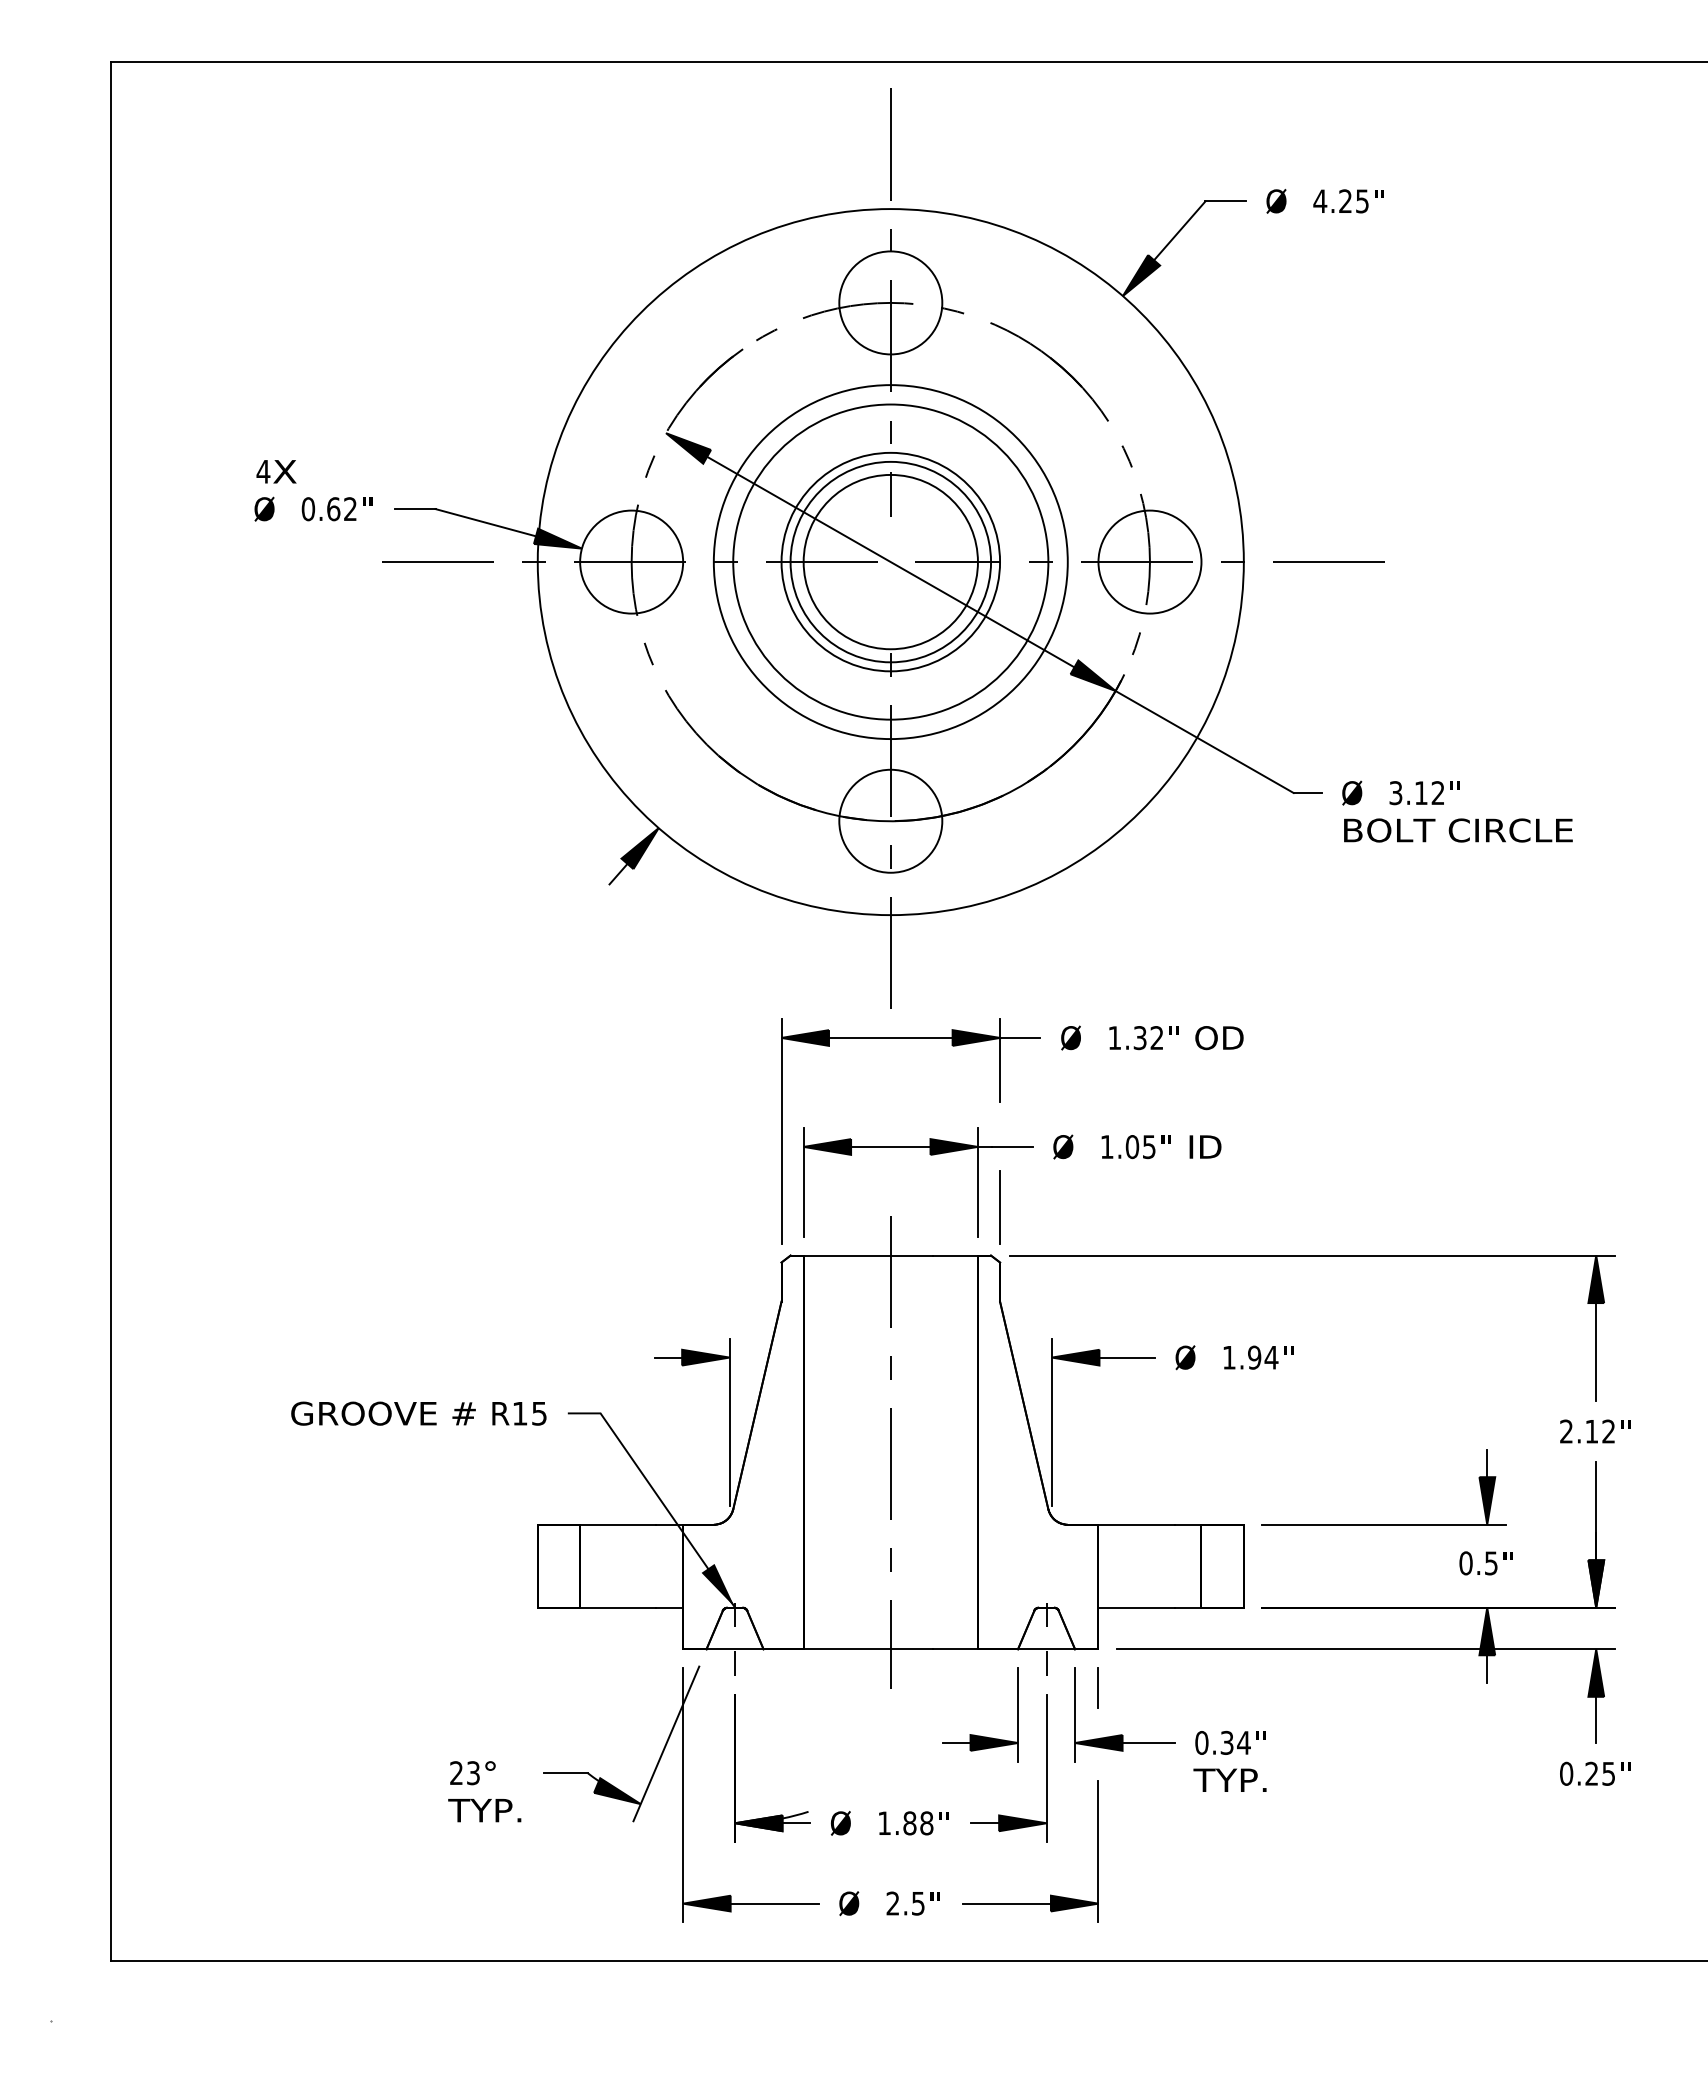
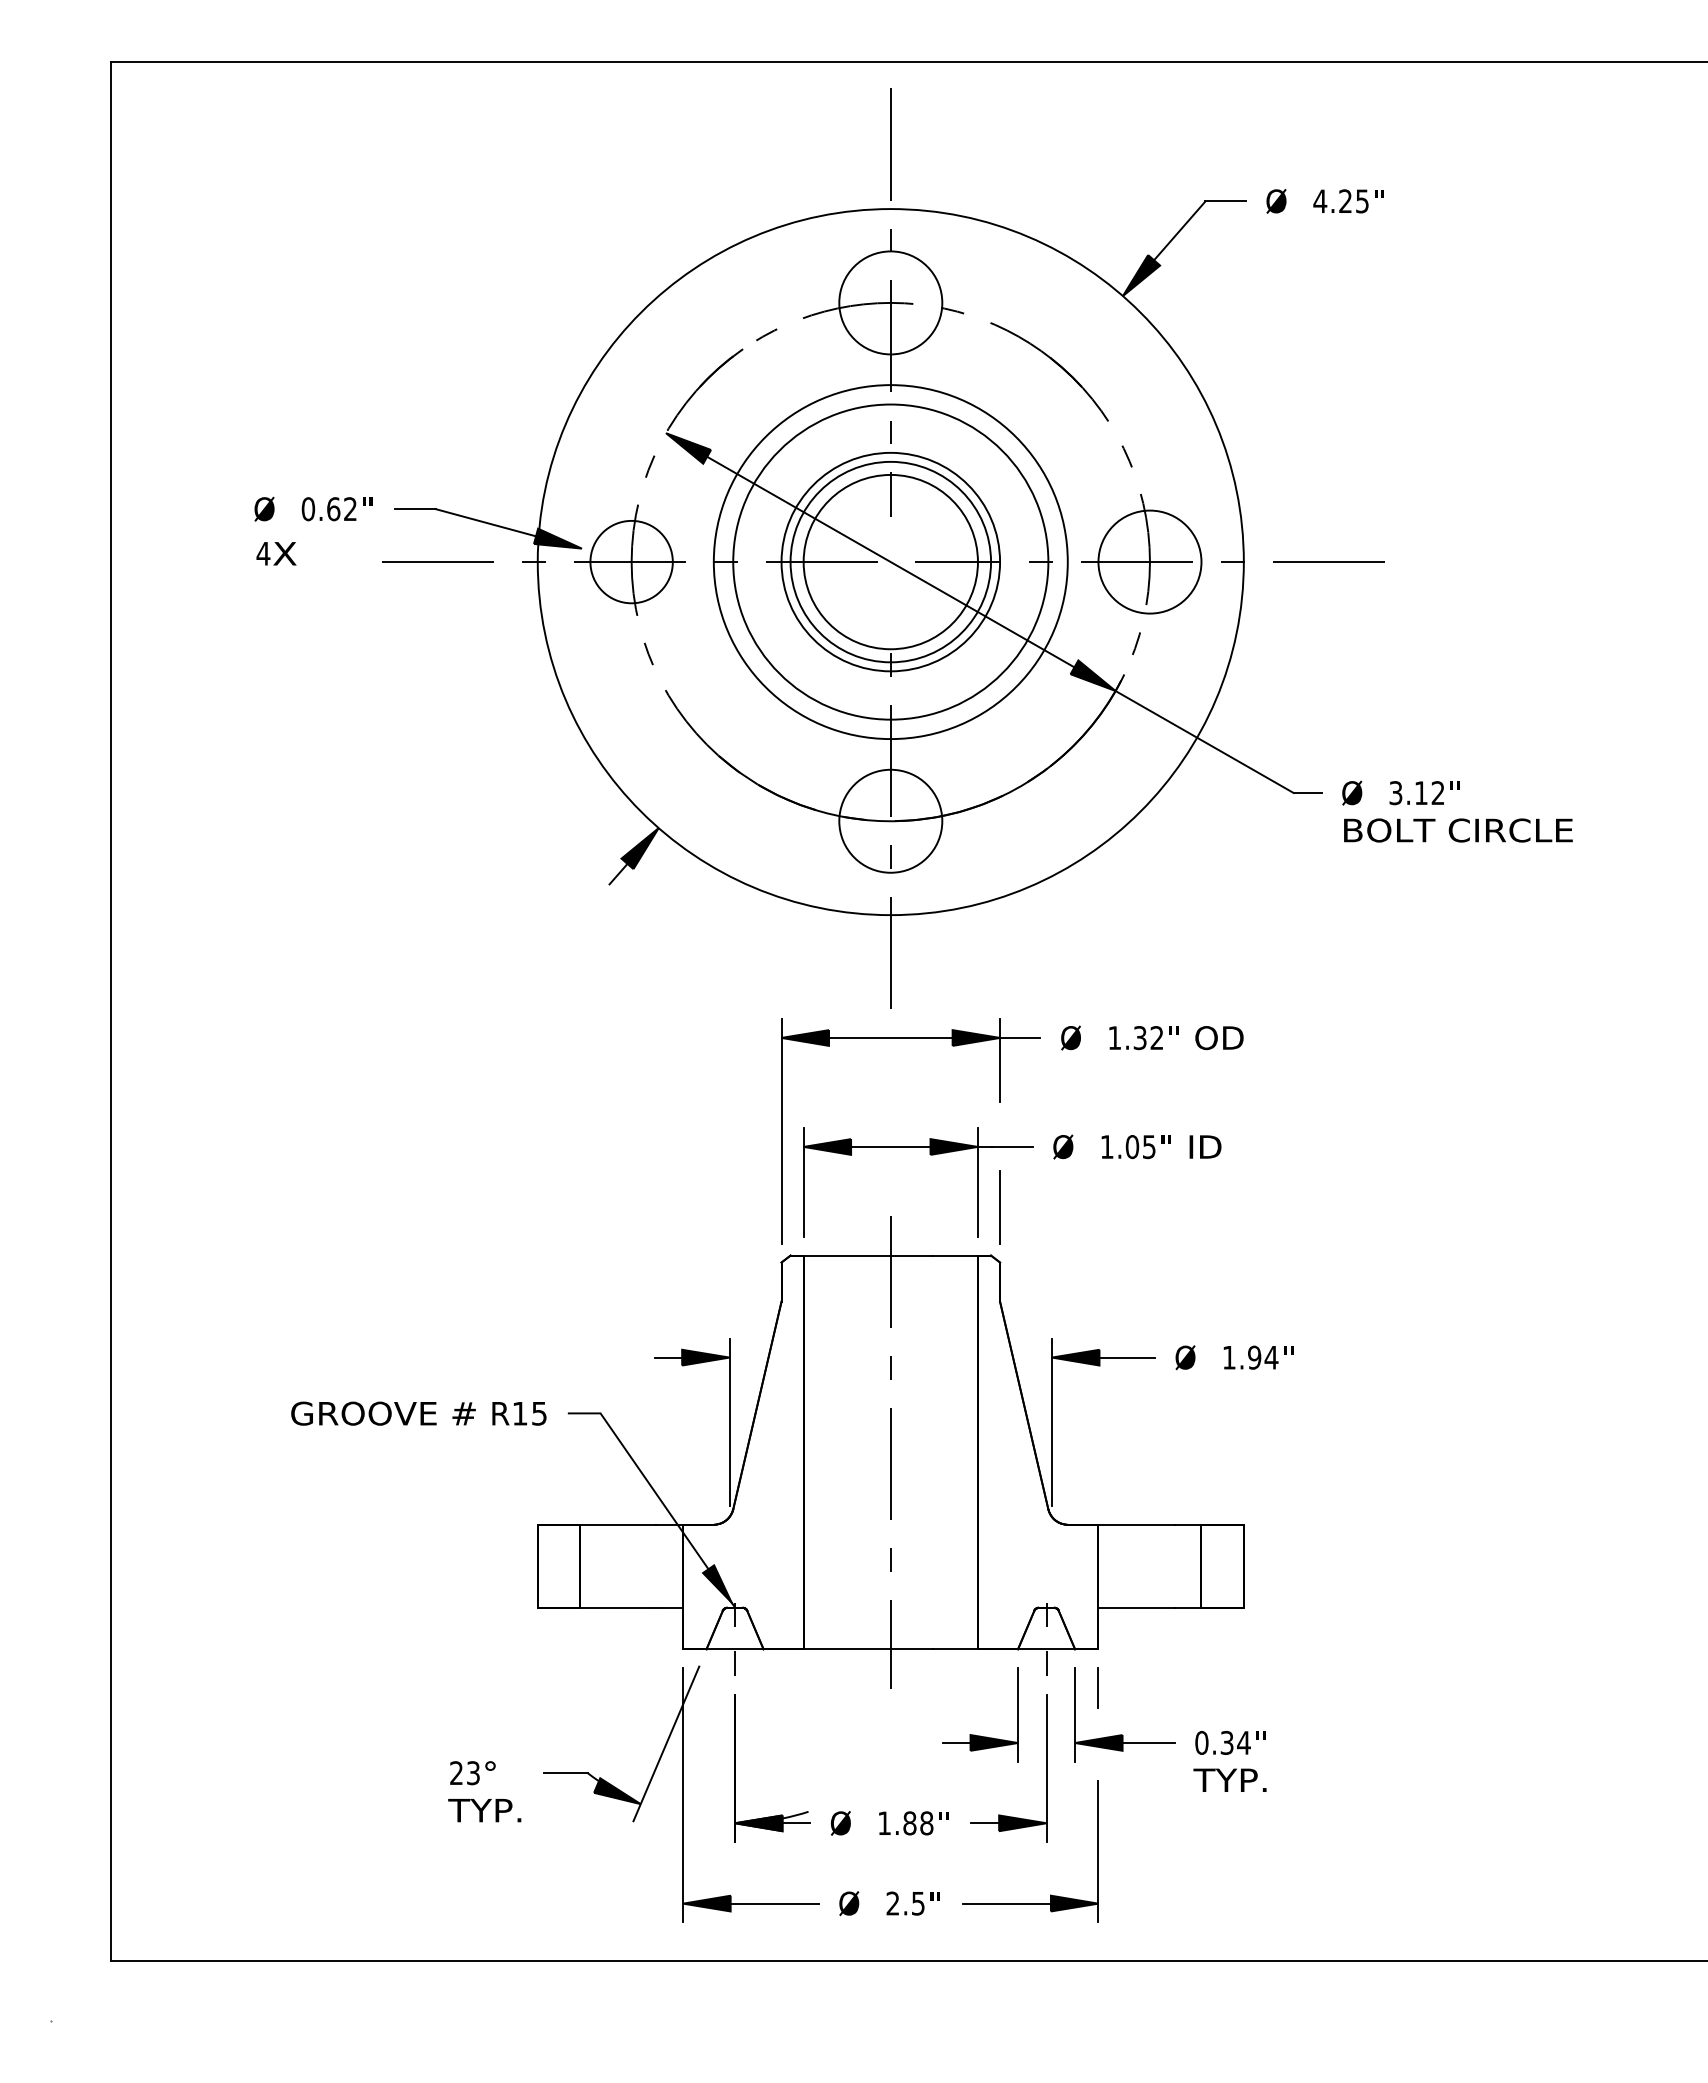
text at (276, 471) position: (276, 471) -> (276, 553)
circle at (631, 561) diameter: 103 px -> 82 px
part at (1319, 1520): present -> none
